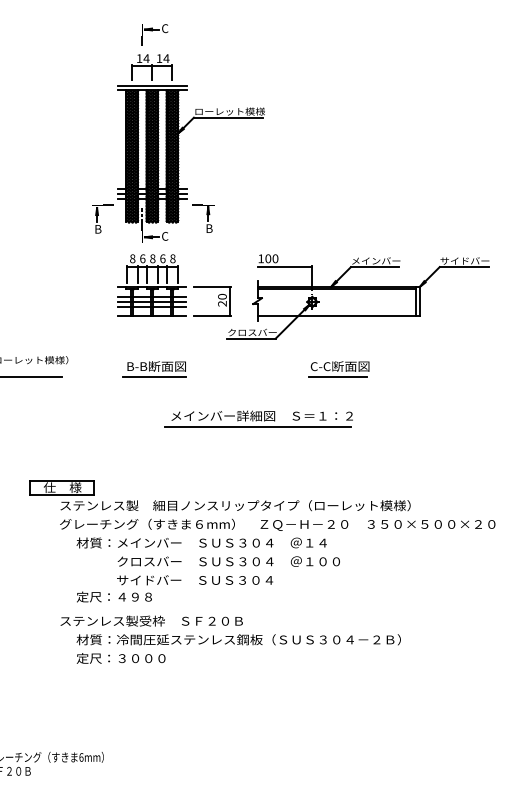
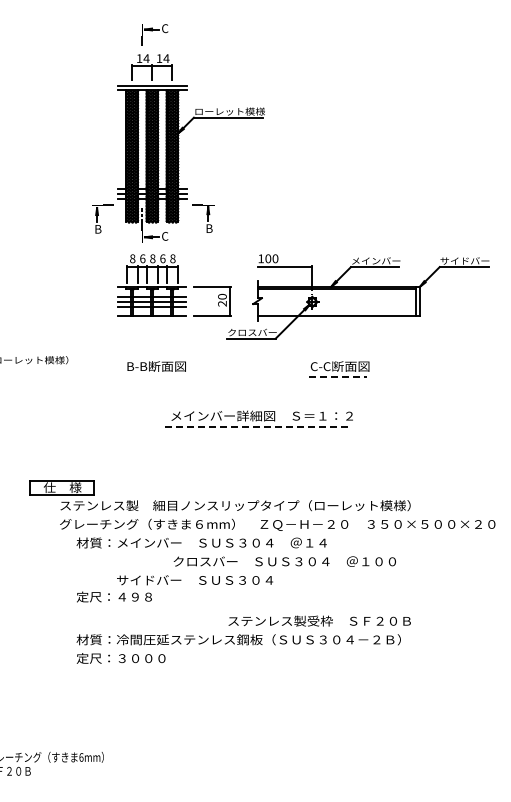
line at (32, 376): present -> none
line at (154, 376): present -> none
line at (337, 376): solid -> dashed
line at (258, 426): solid -> dashed
text at (228, 561) position: (228, 561) -> (284, 561)
text at (151, 620) position: (151, 620) -> (319, 620)
